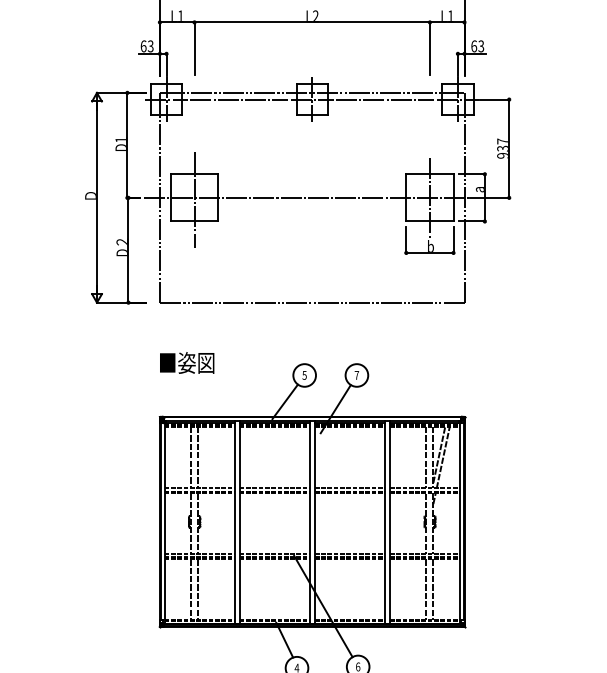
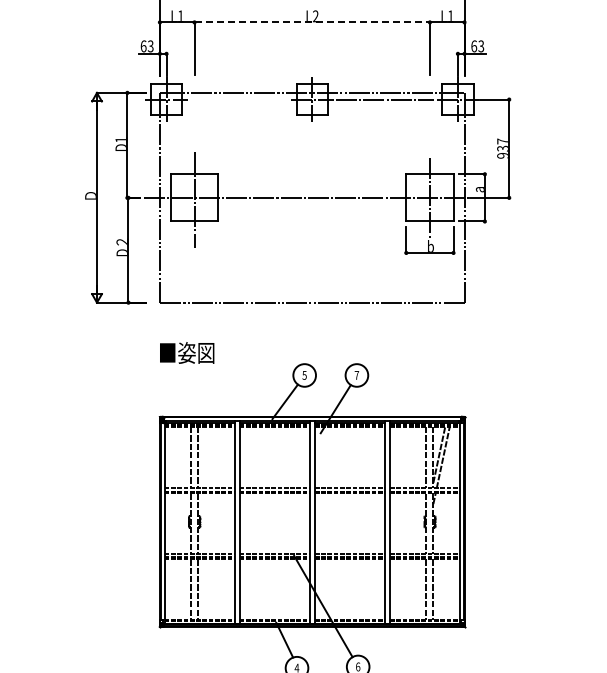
line at (312, 22): solid -> dashed
line at (238, 99): present -> none
text at (187, 362) position: (187, 362) -> (187, 352)
